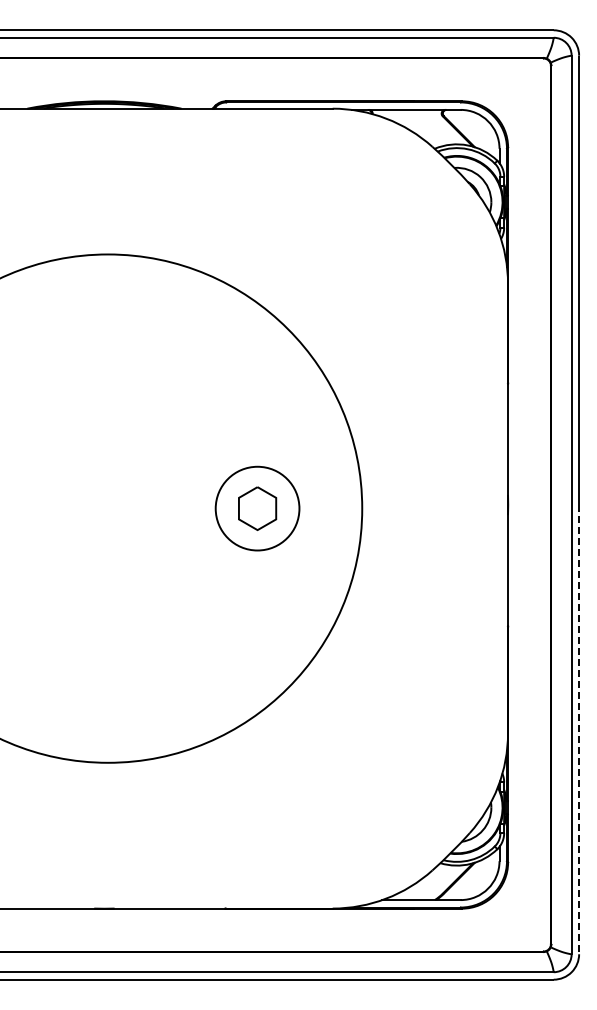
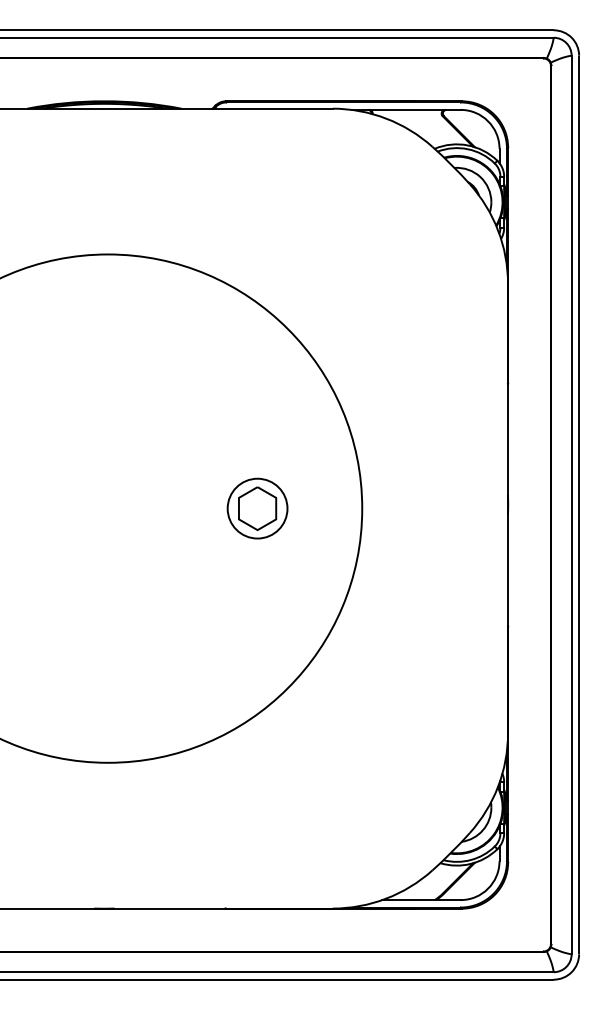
circle at (257, 508) diameter: 84 px -> 60 px
line at (579, 729): dashed -> solid
